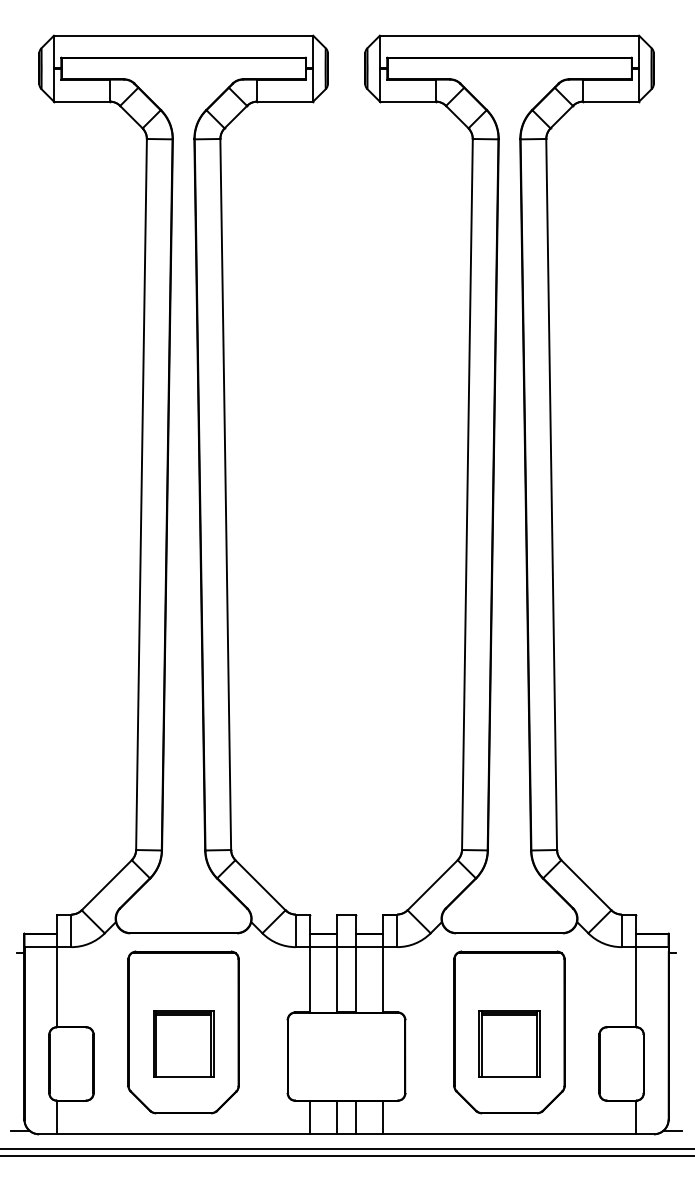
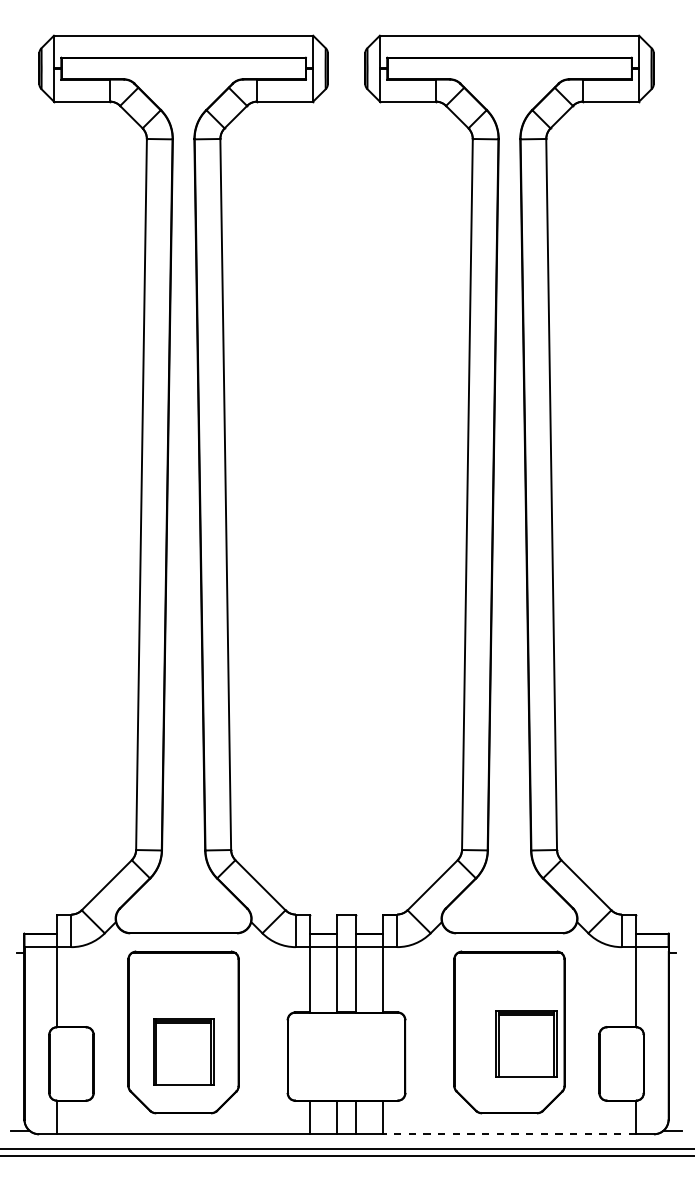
part at (183, 1043) position: (183, 1043) -> (183, 1051)
part at (509, 1043) position: (509, 1043) -> (526, 1043)
line at (509, 1134): solid -> dashed
